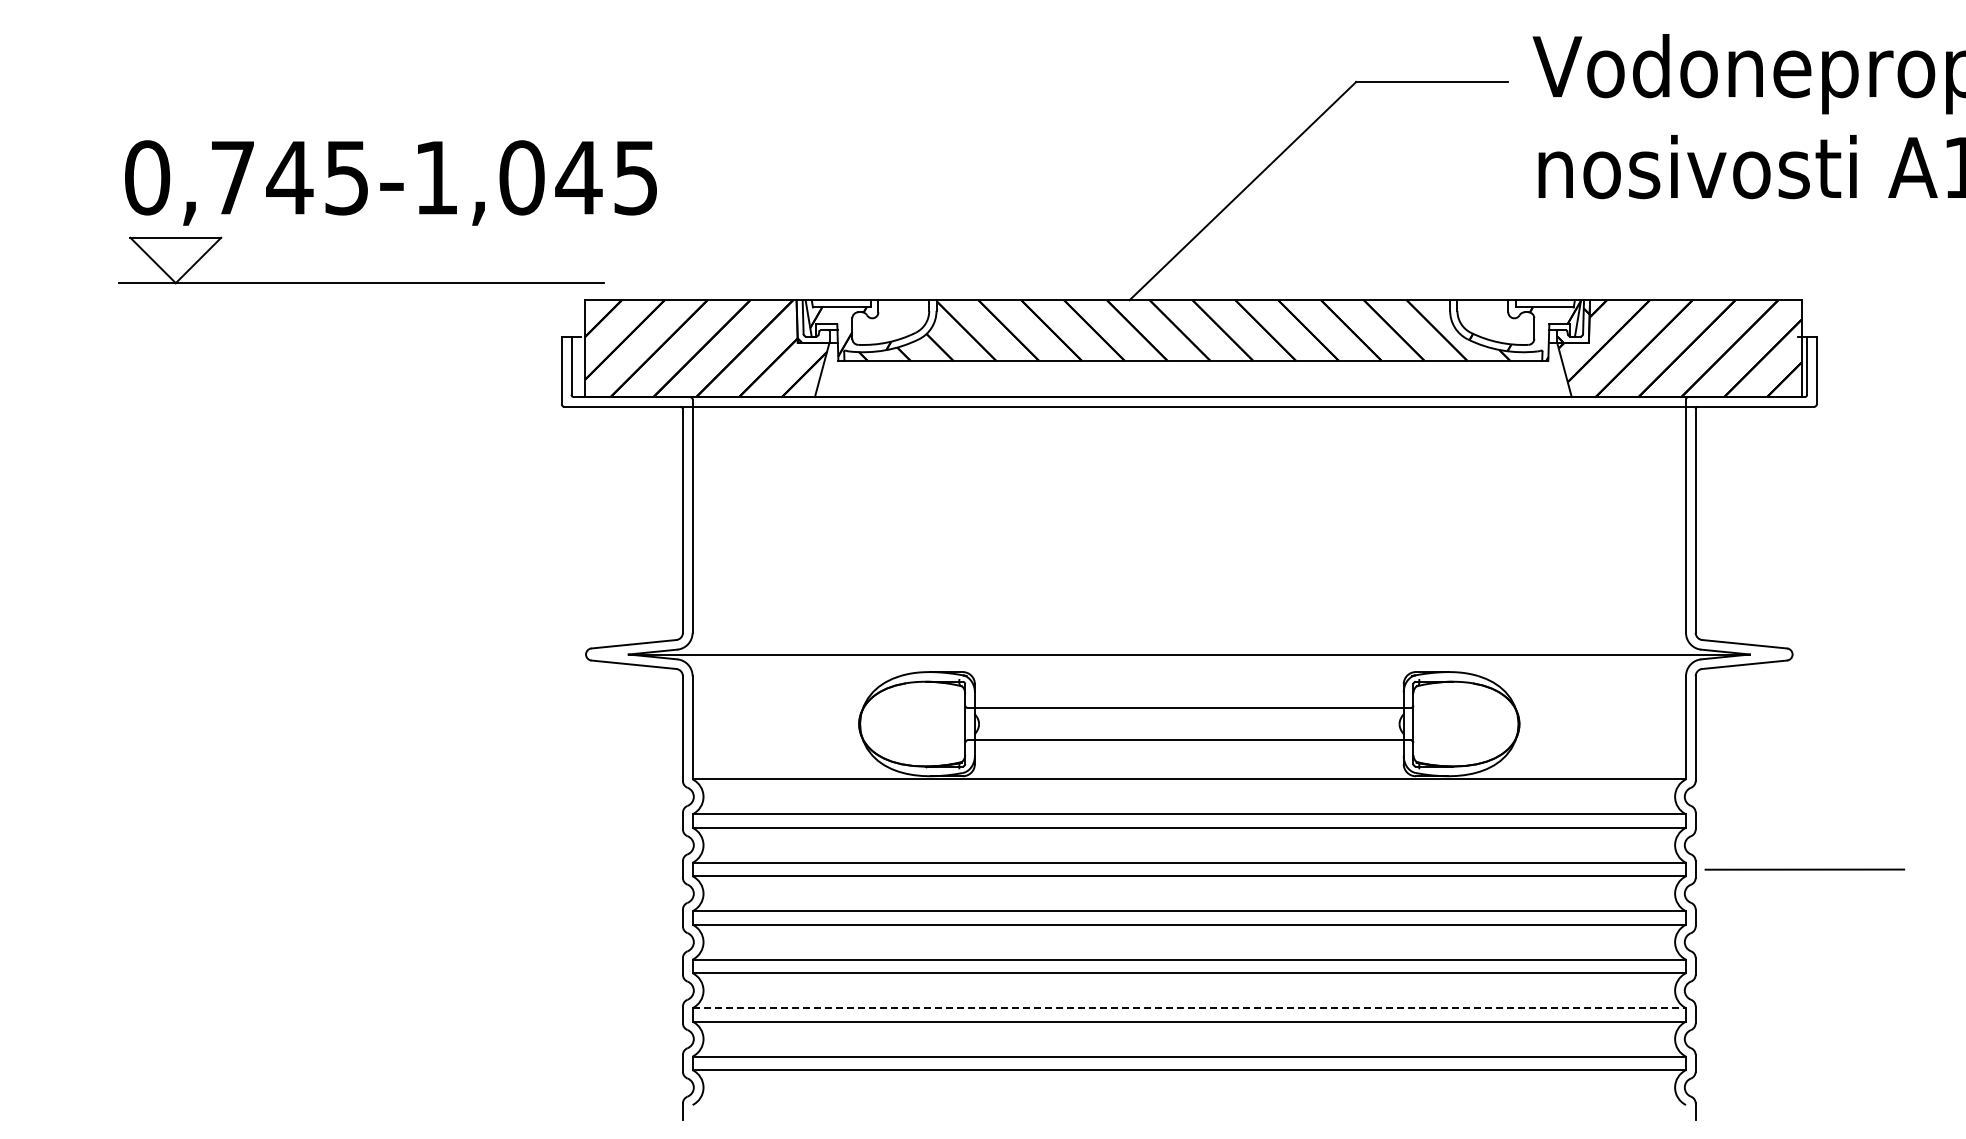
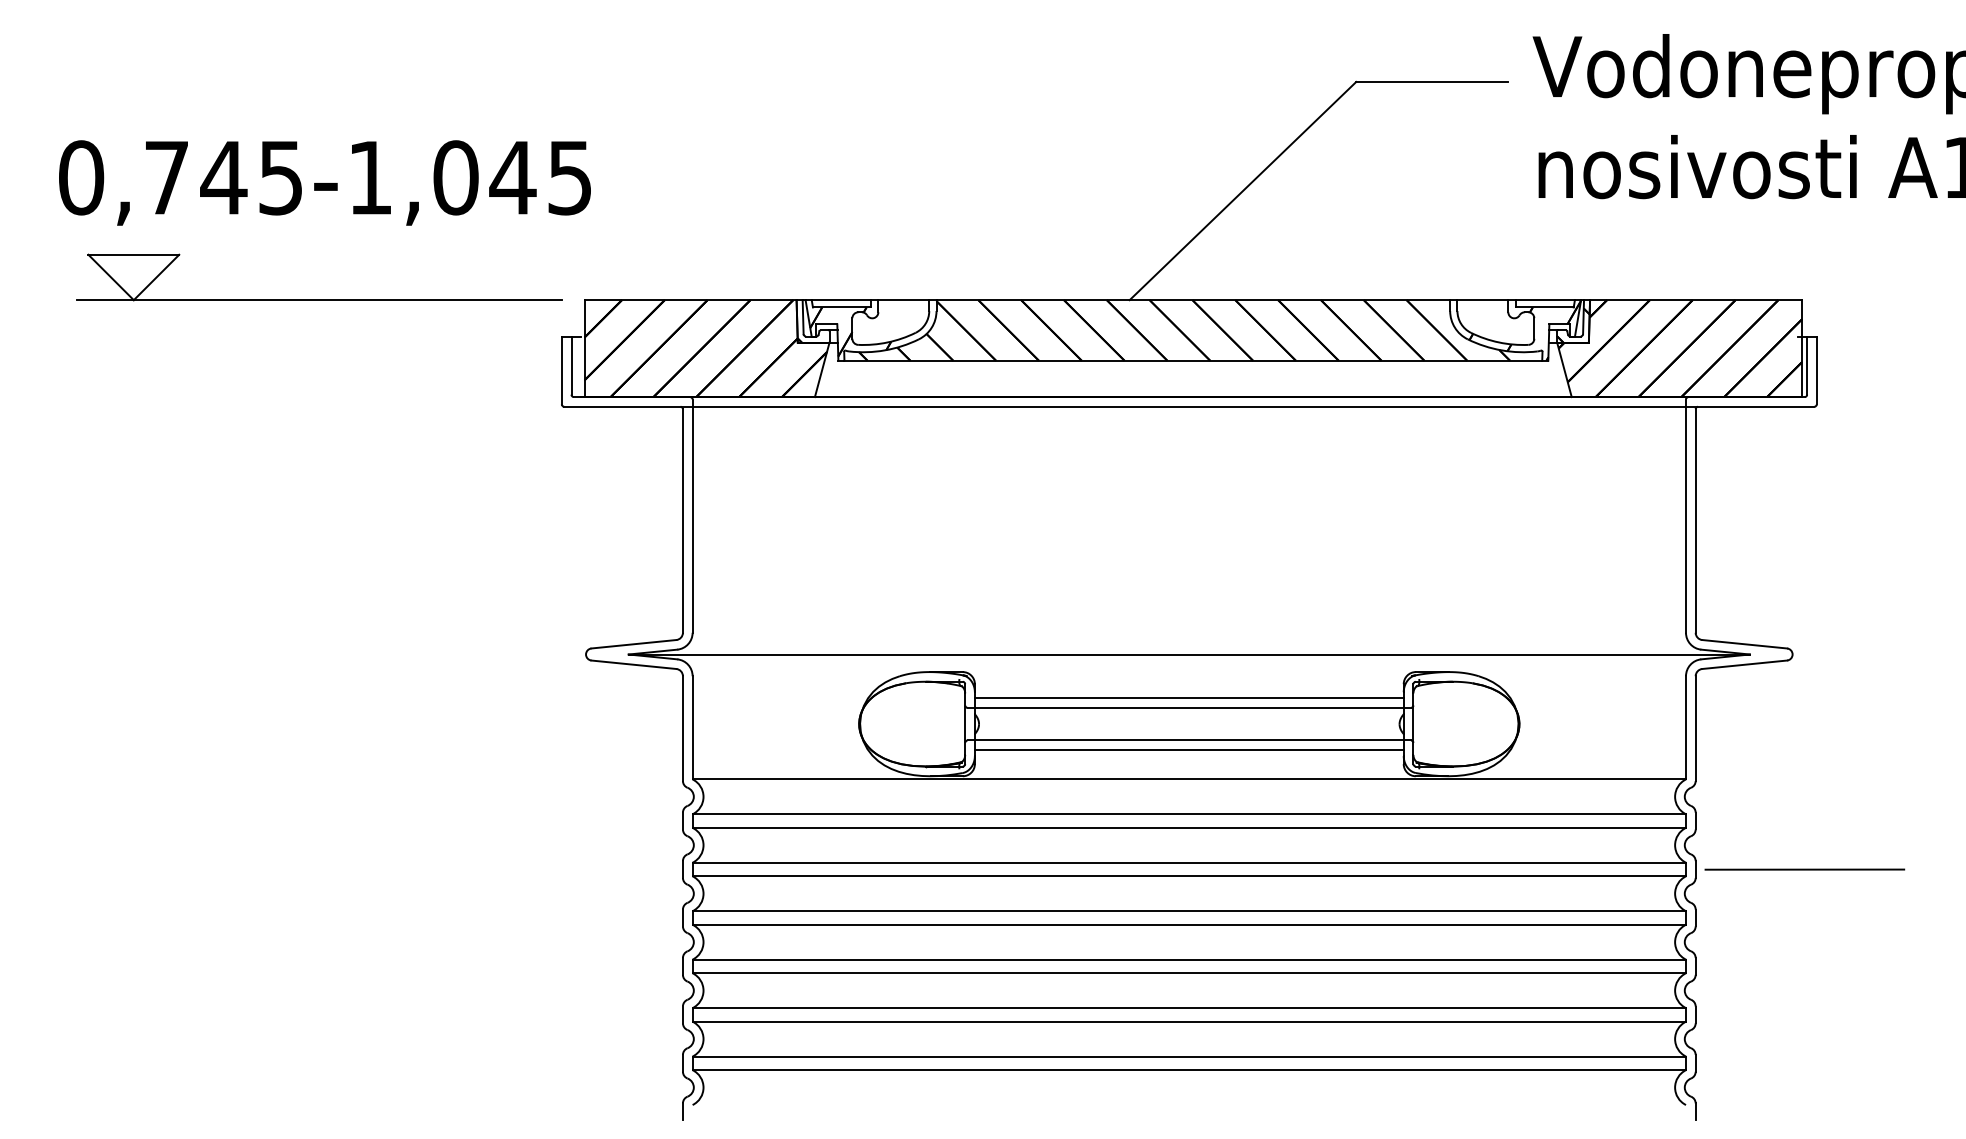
text at (390, 182) position: (390, 182) -> (324, 182)
part at (361, 282) position: (361, 282) -> (319, 299)
line at (1188, 698): none -> present
line at (1188, 750): none -> present
line at (1189, 1008): dashed -> solid
